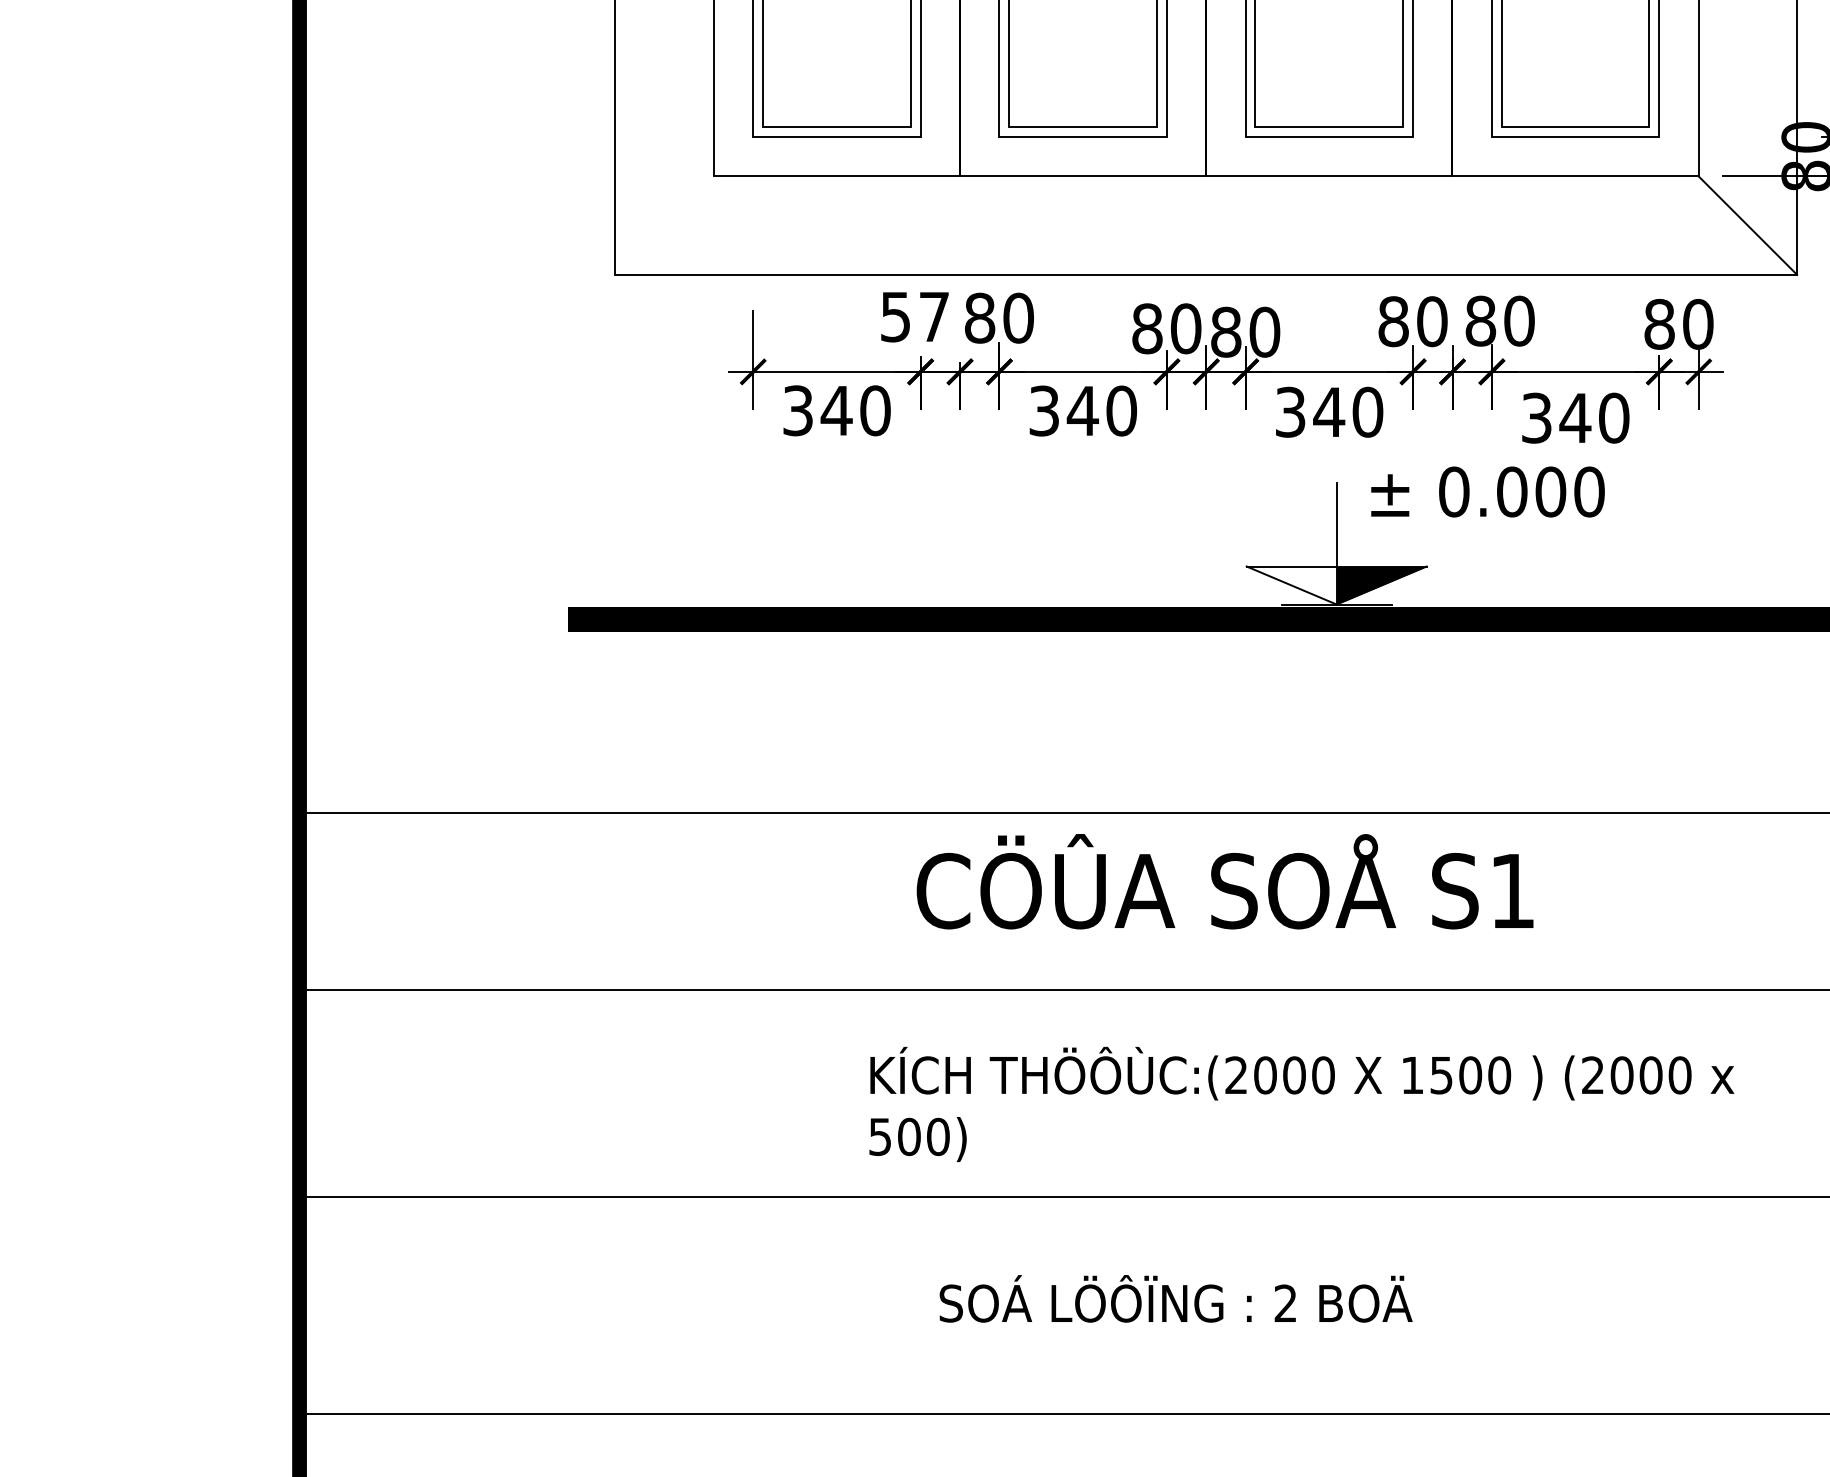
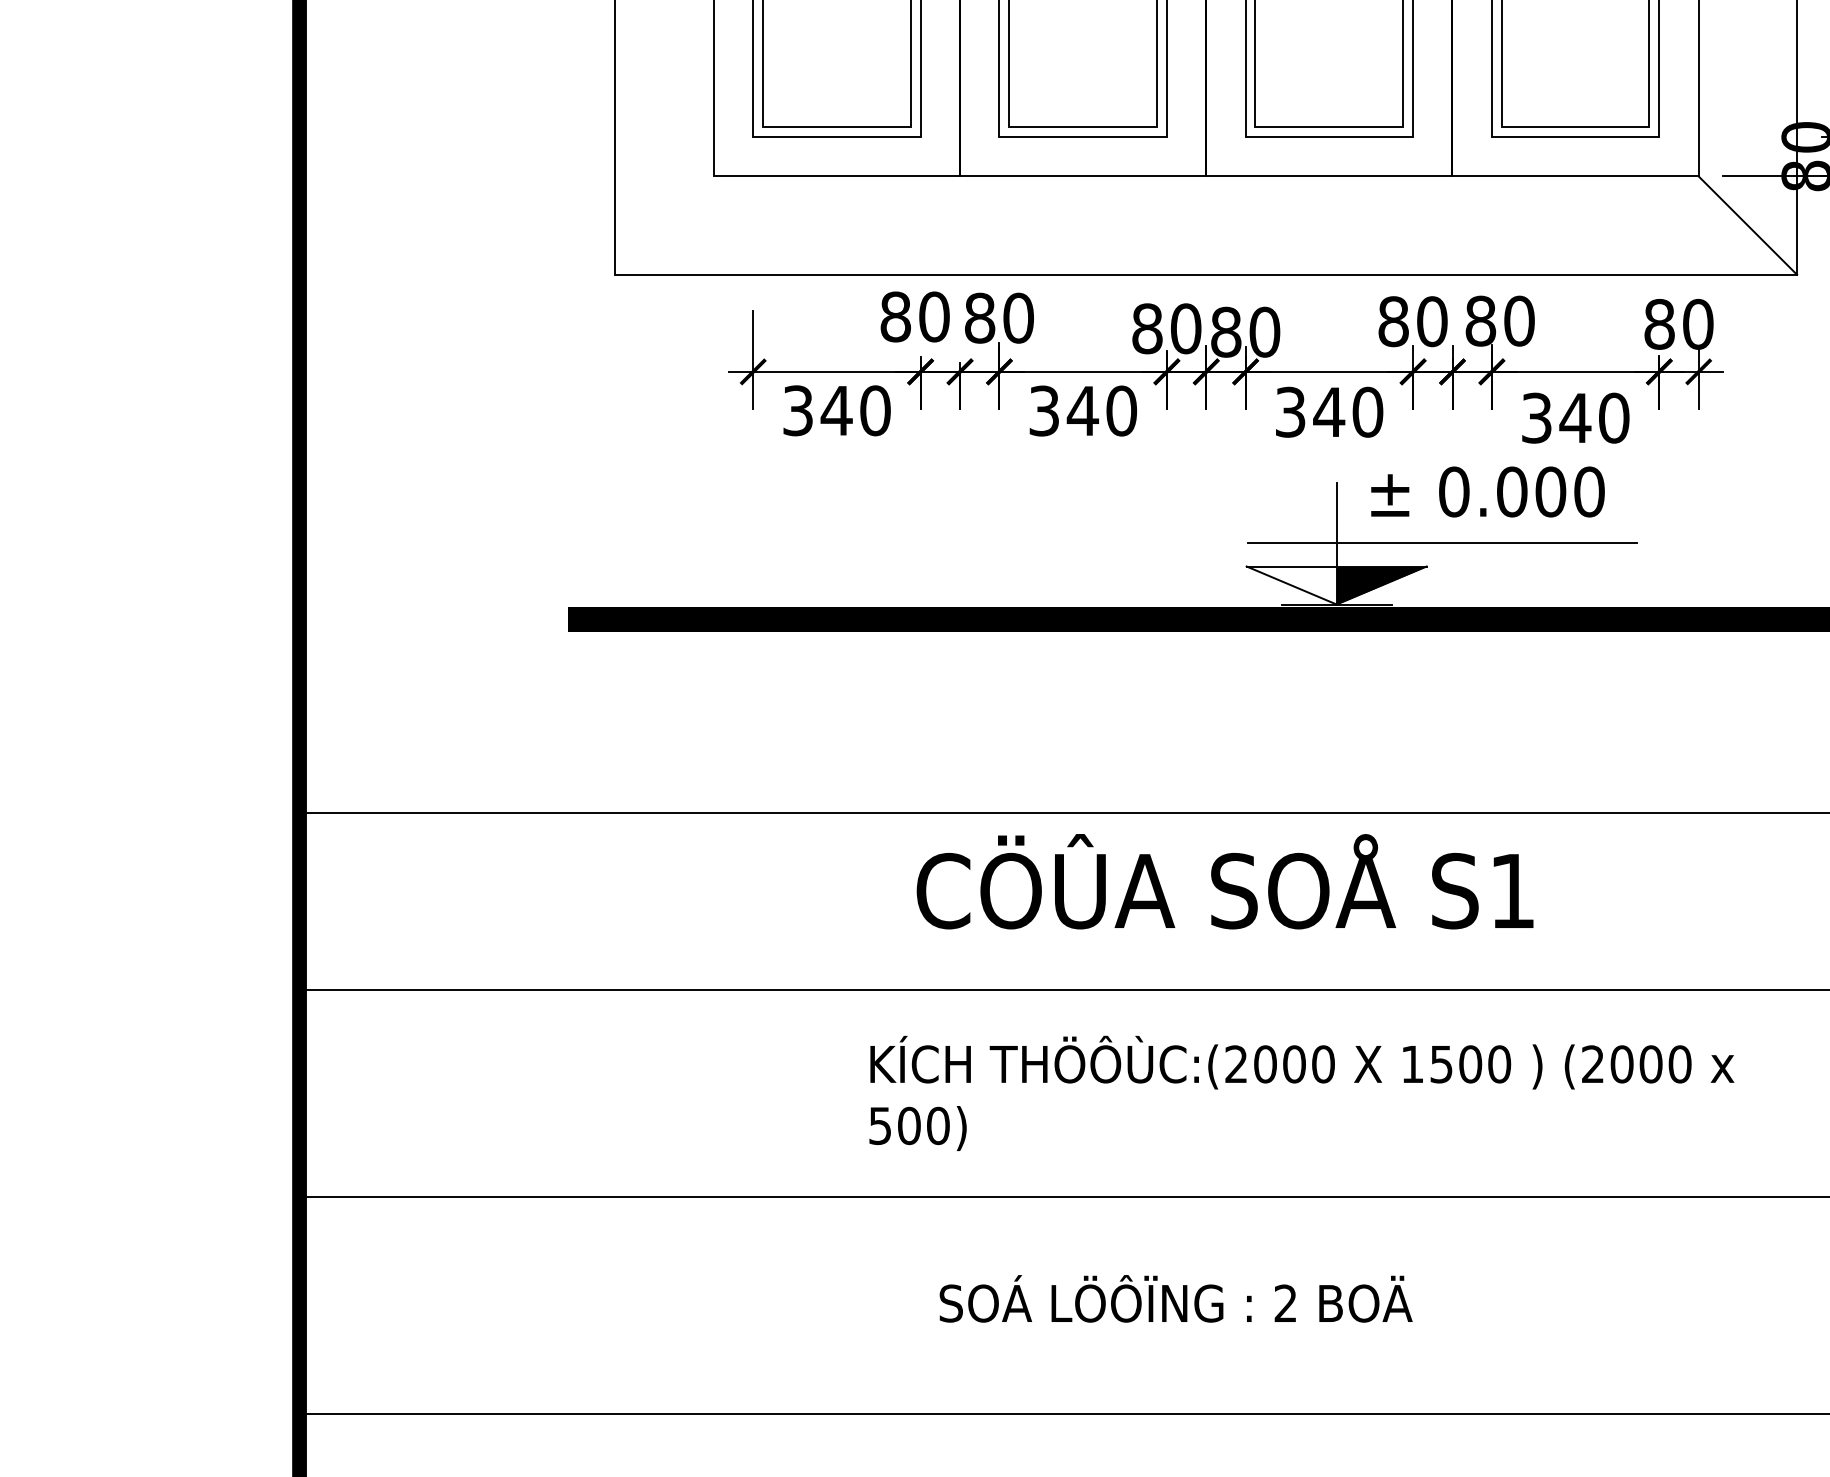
text at (914, 316): 57 -> 80
line at (1442, 542): none -> present
text at (1301, 1103) position: (1301, 1103) -> (1301, 1092)
